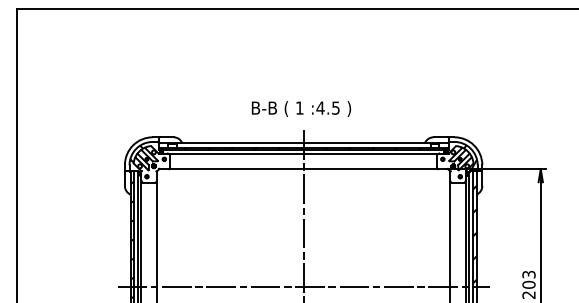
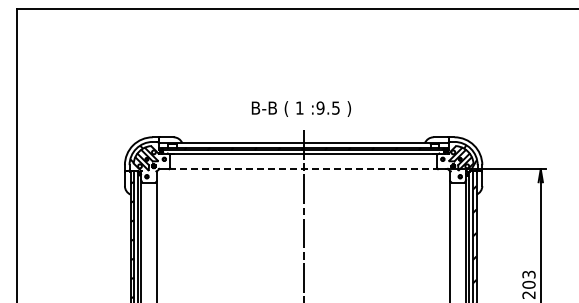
text at (320, 107): :4.5 -> :9.5
line at (303, 169): solid -> dashed
line at (303, 286): present -> none
